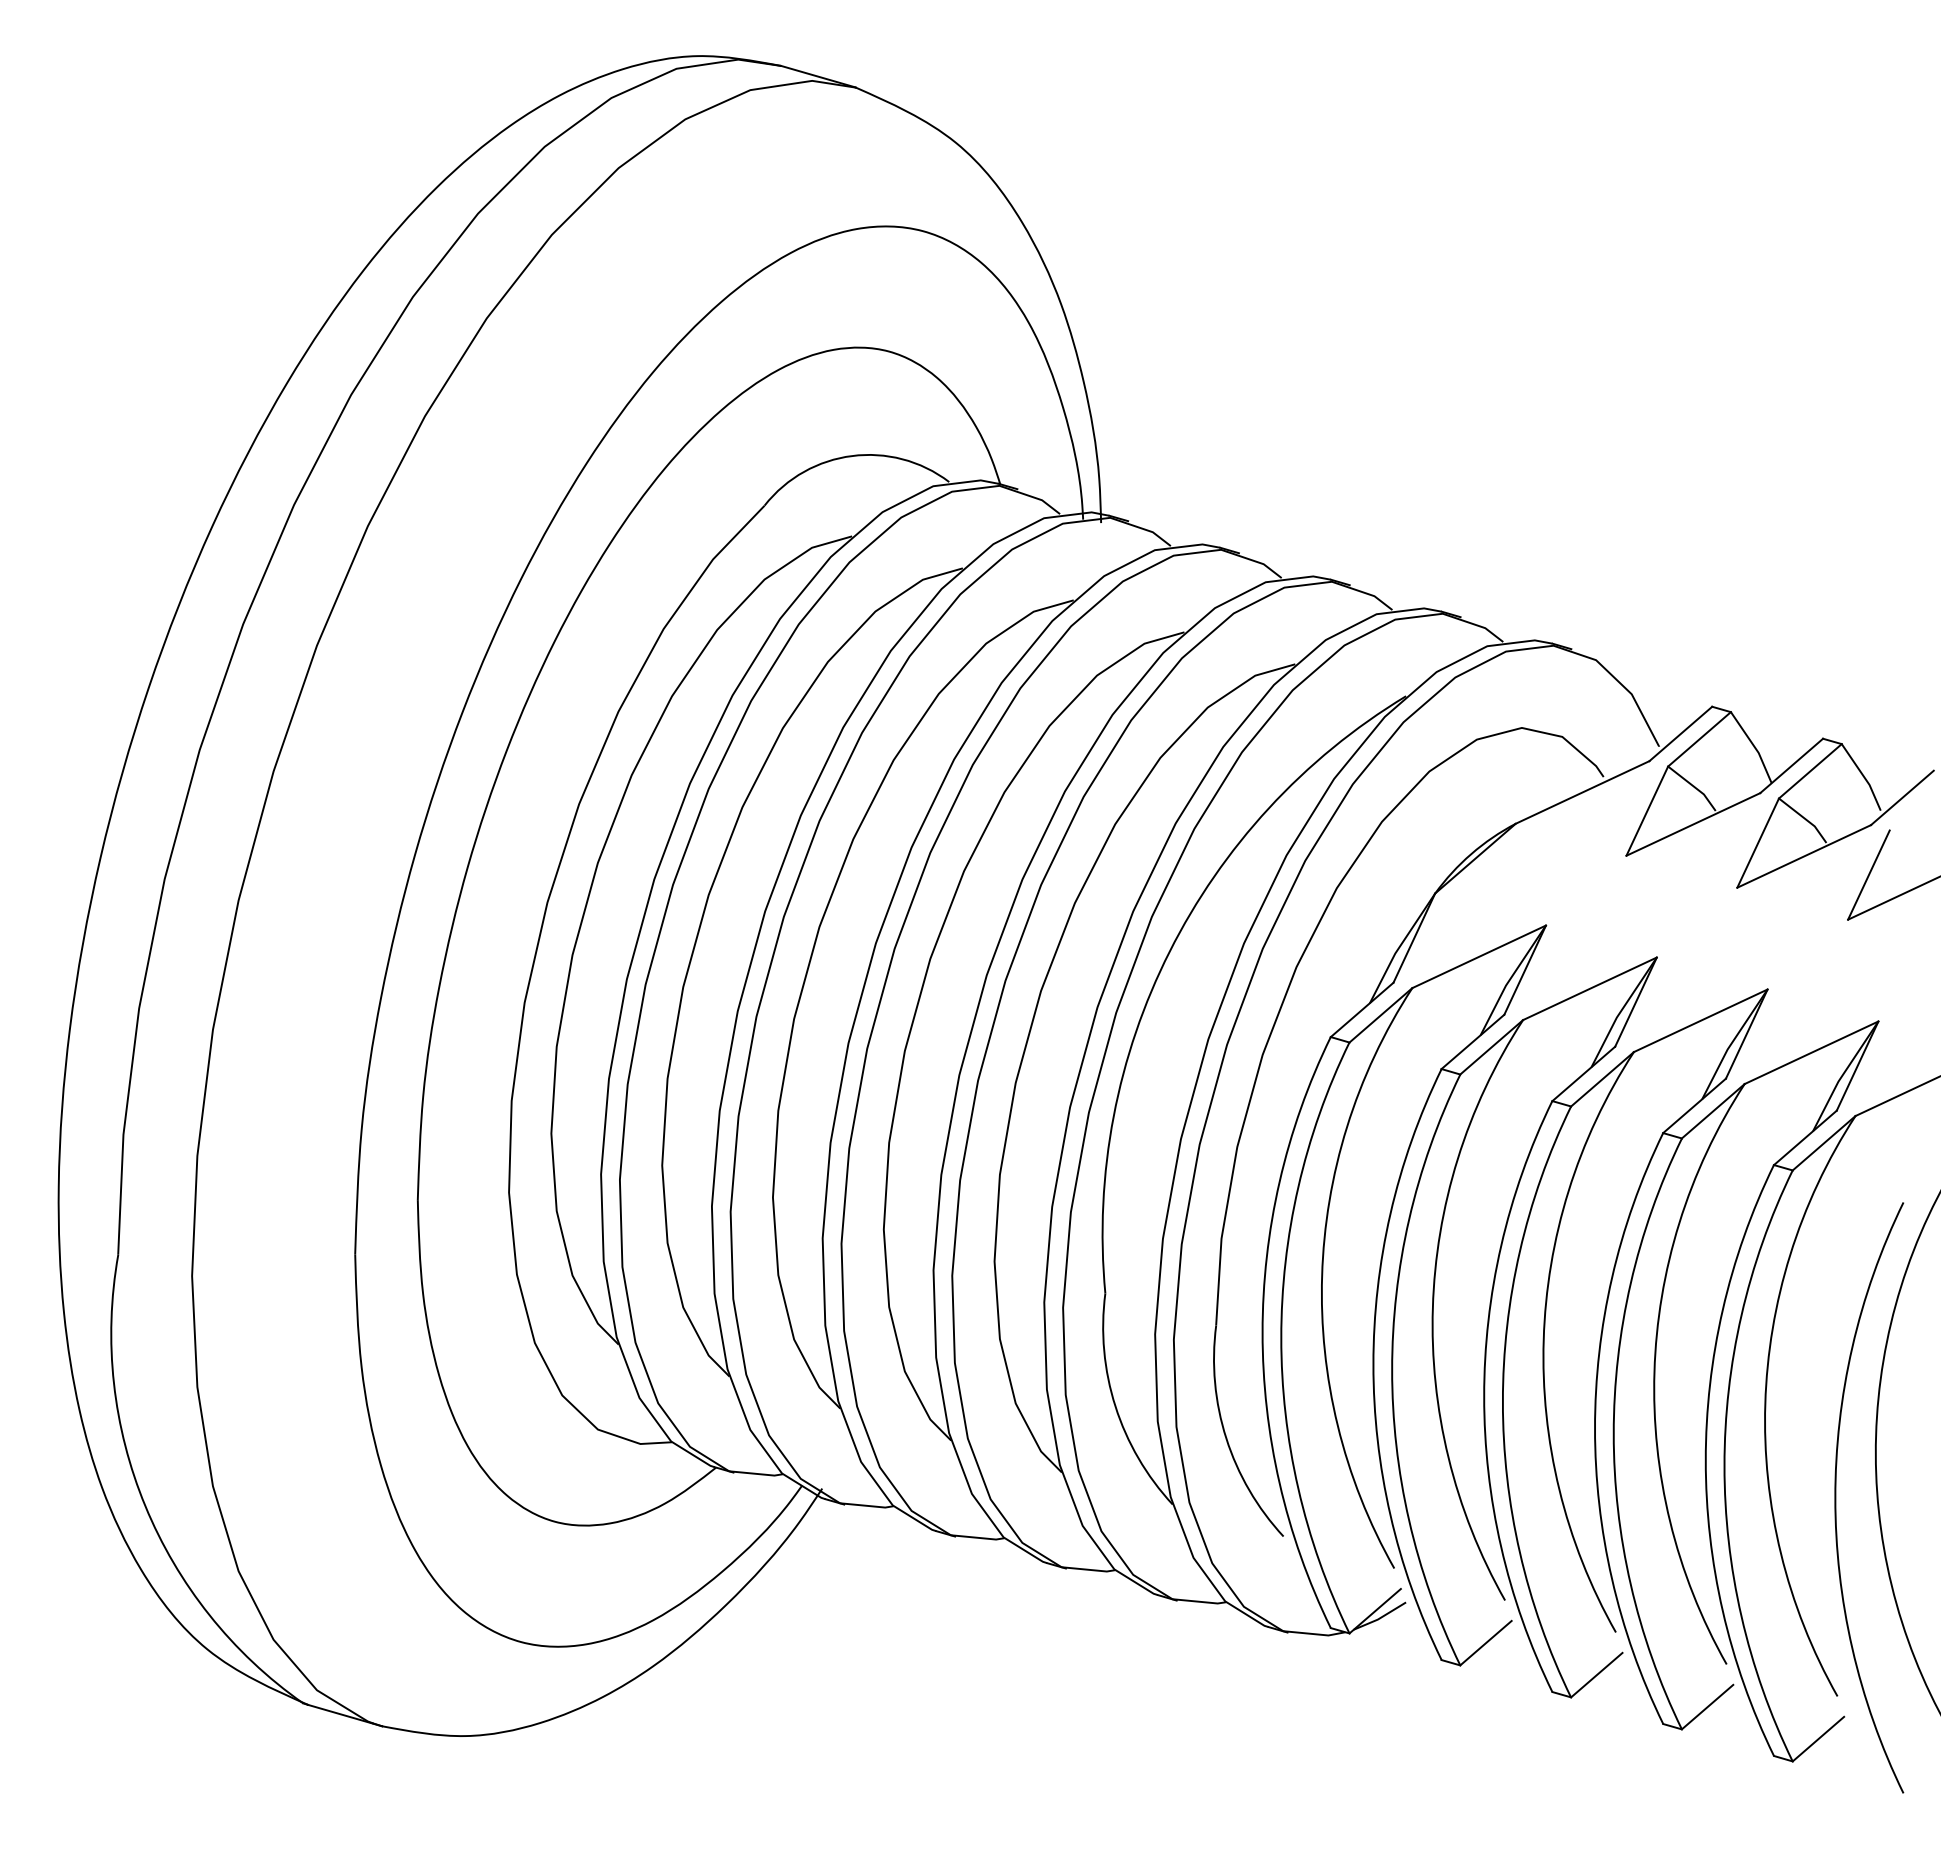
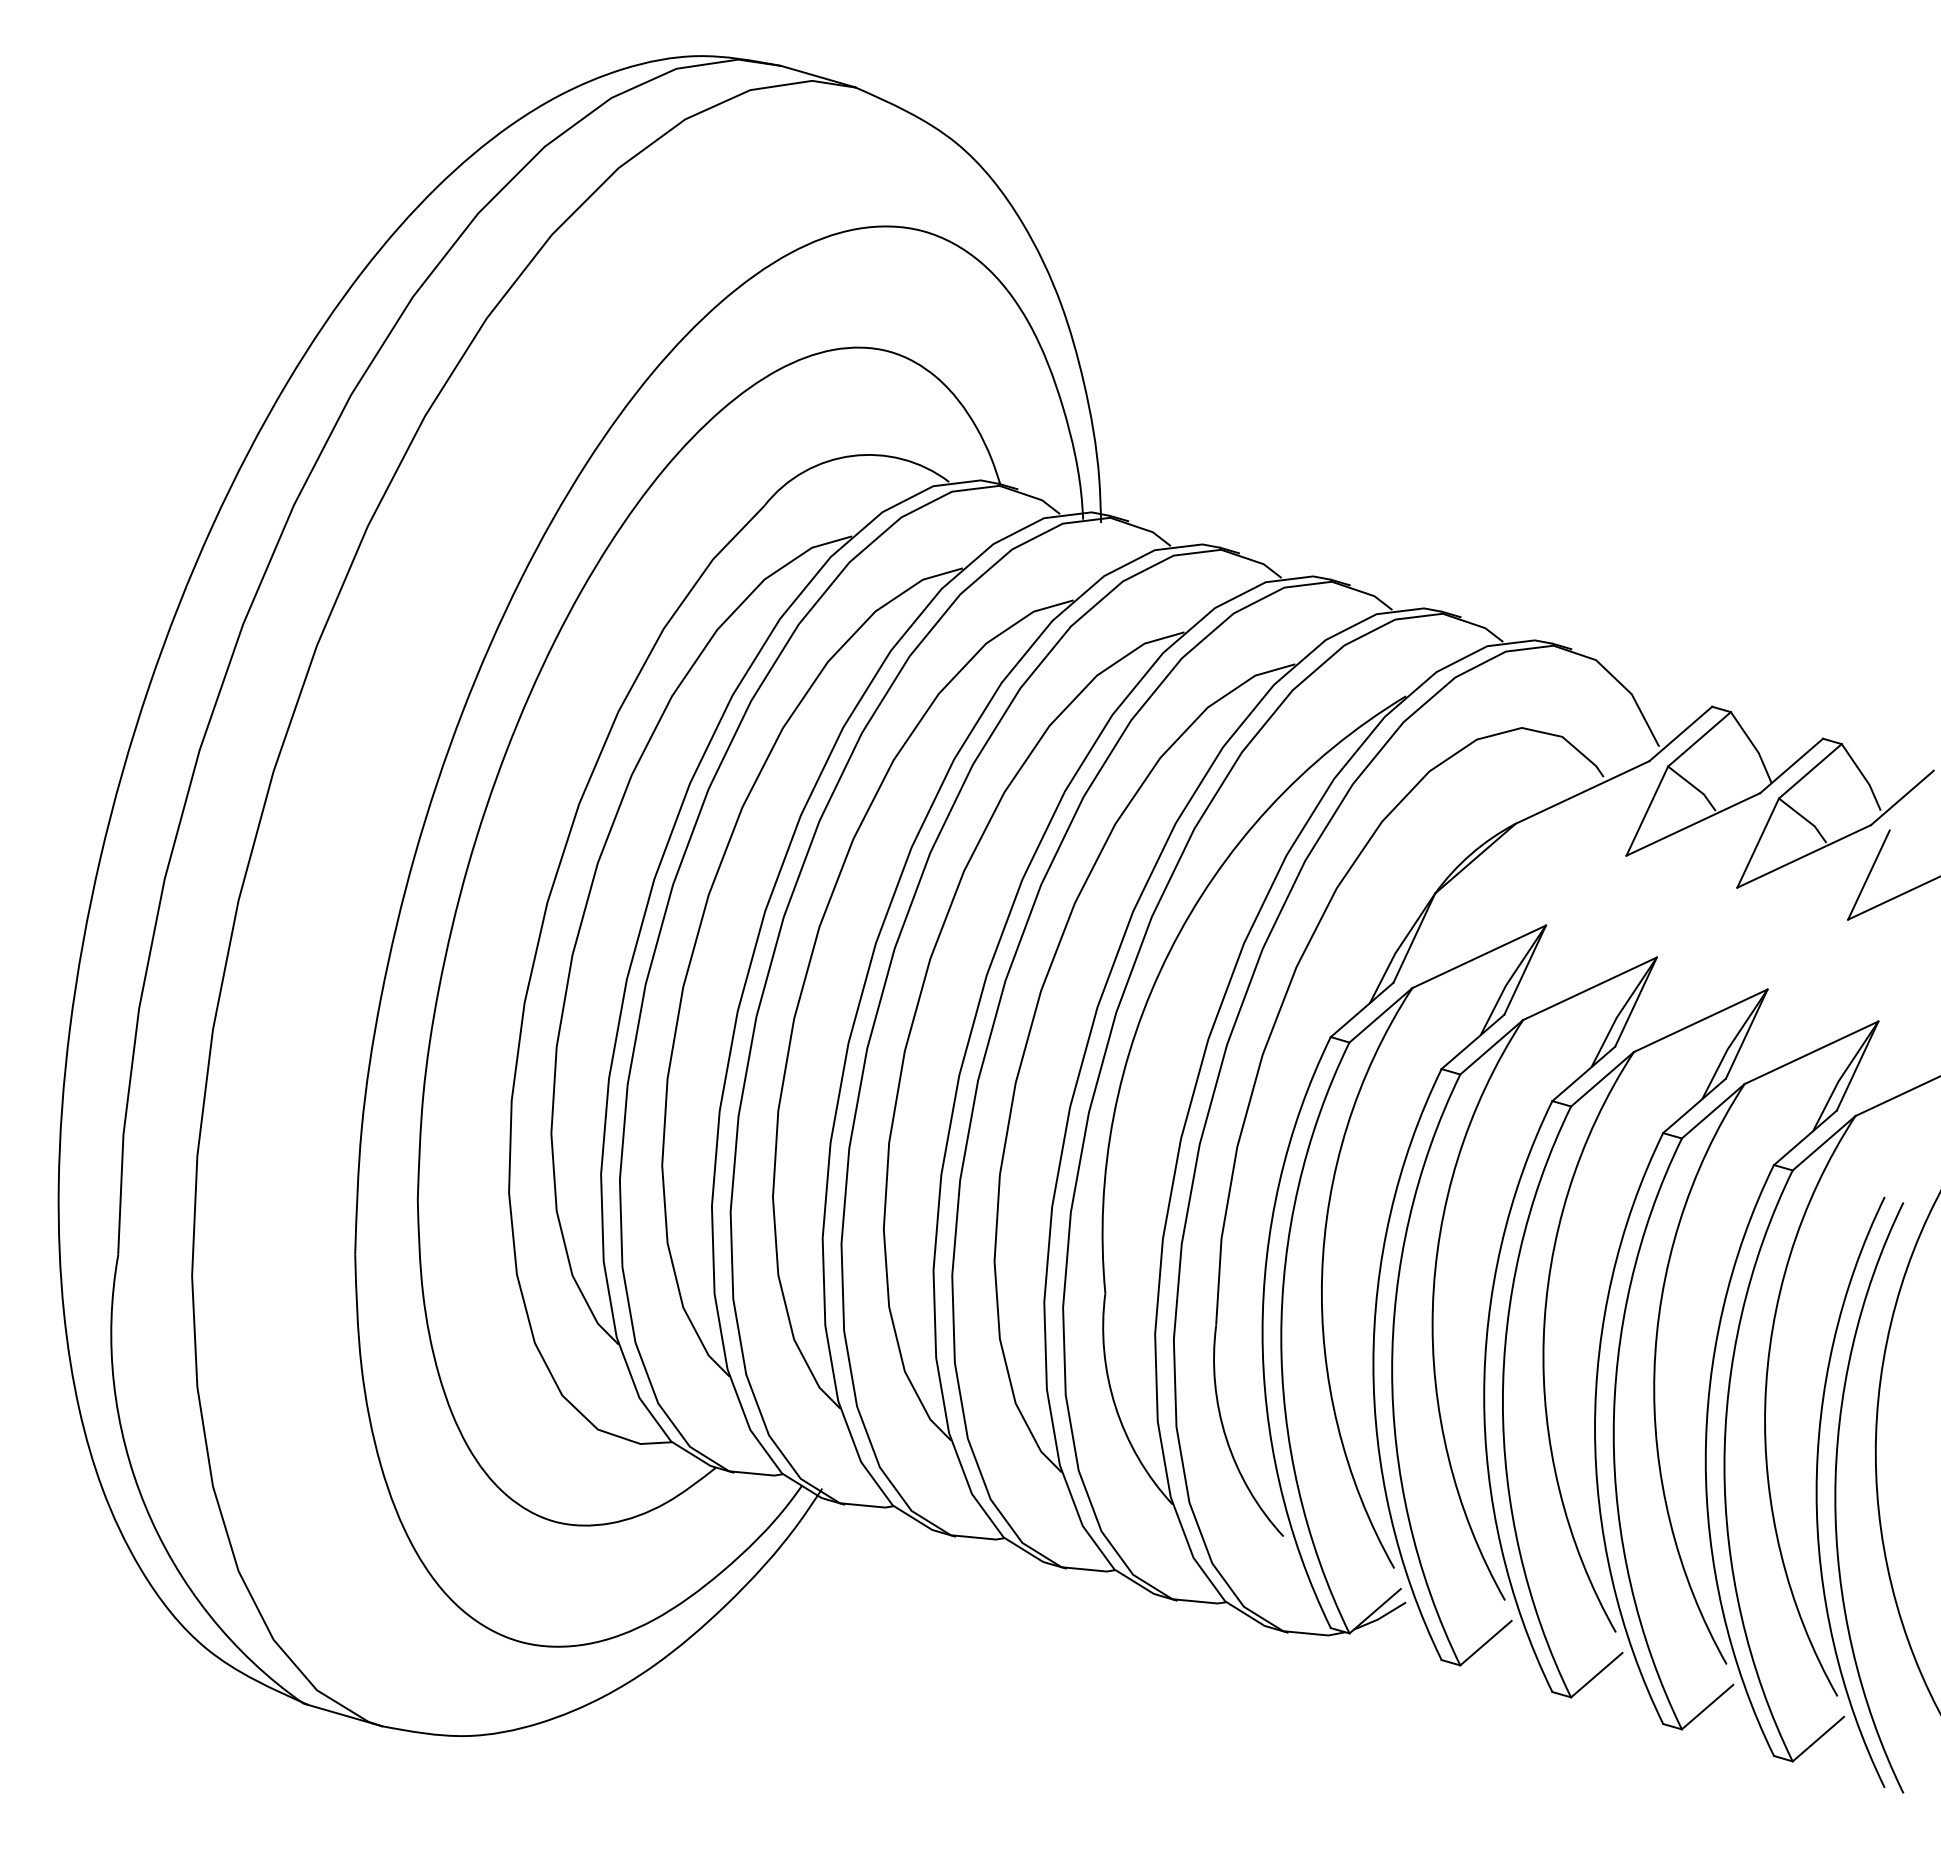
arc at (1817, 1491): none -> present
